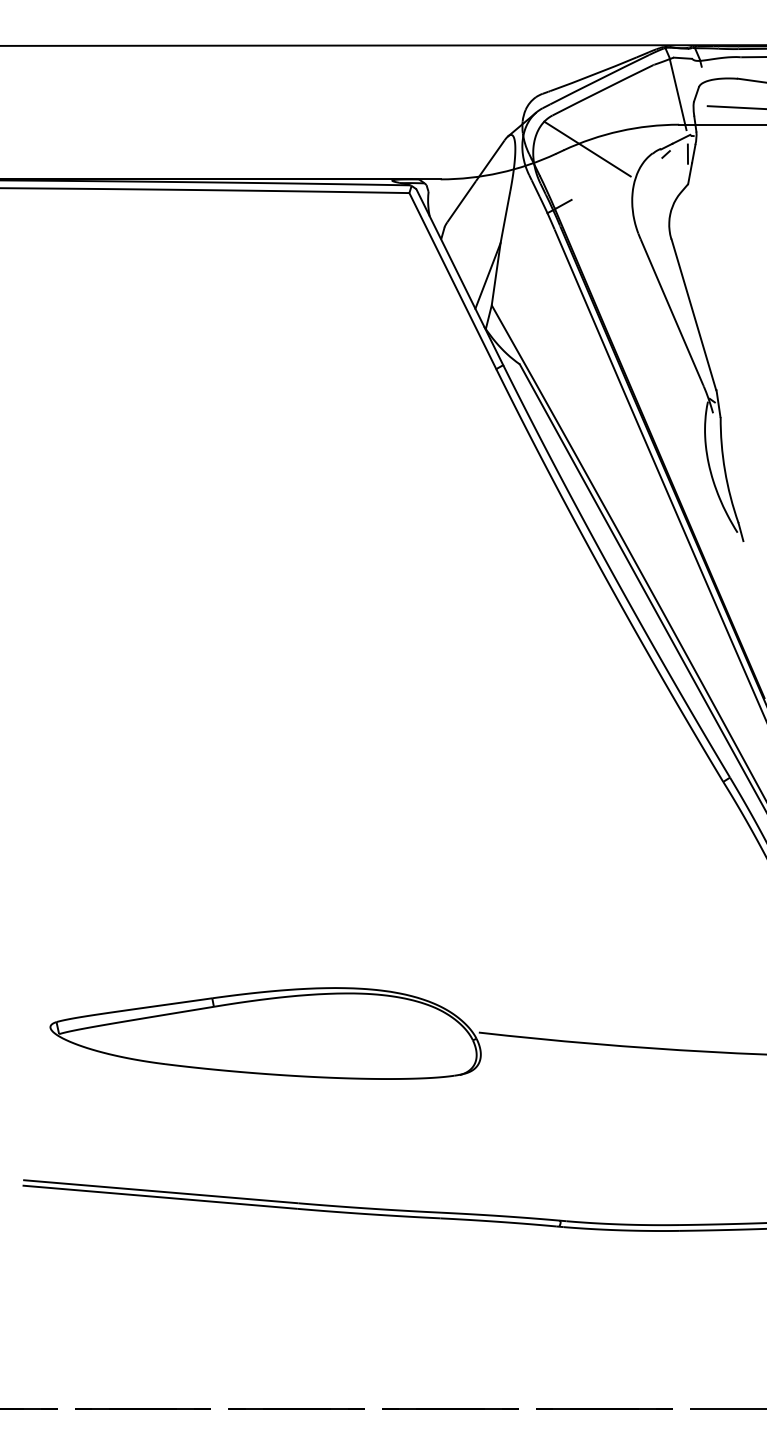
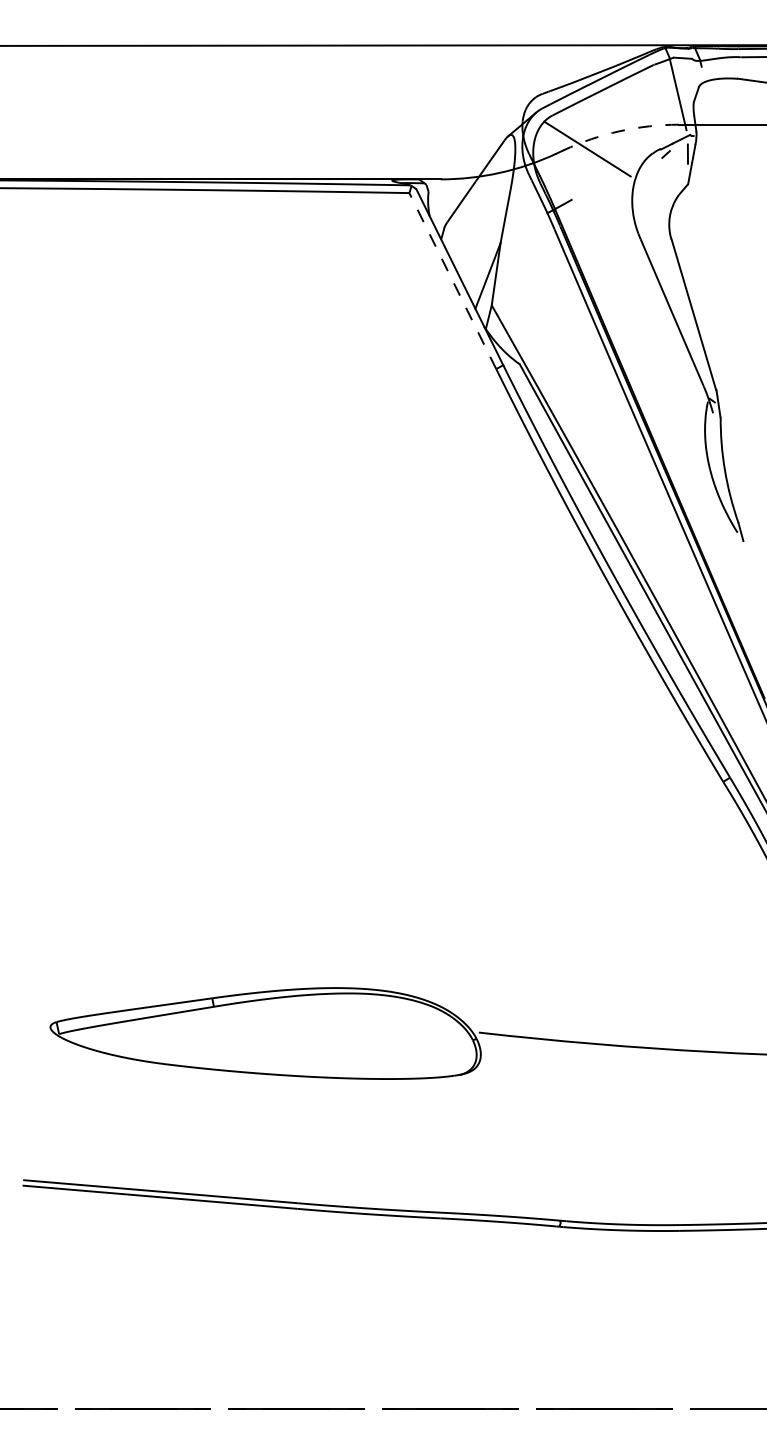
line at (735, 107): present -> none
arc at (619, 131): solid -> dashed
line at (452, 280): solid -> dashed
